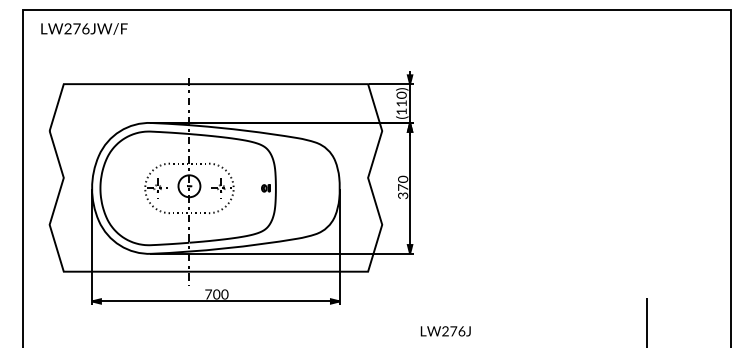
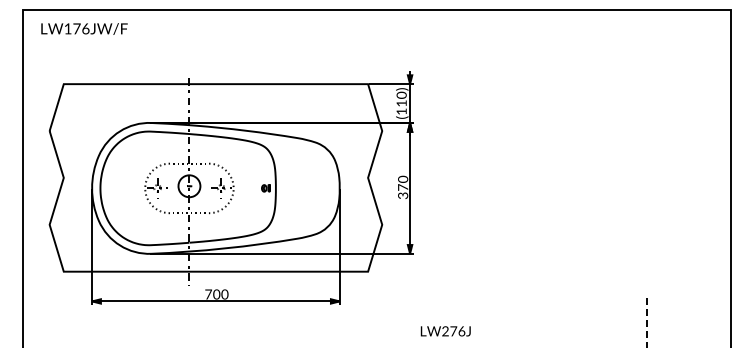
text at (67, 28): LW276JW/F -> LW176JW/F
line at (647, 323): solid -> dashed
